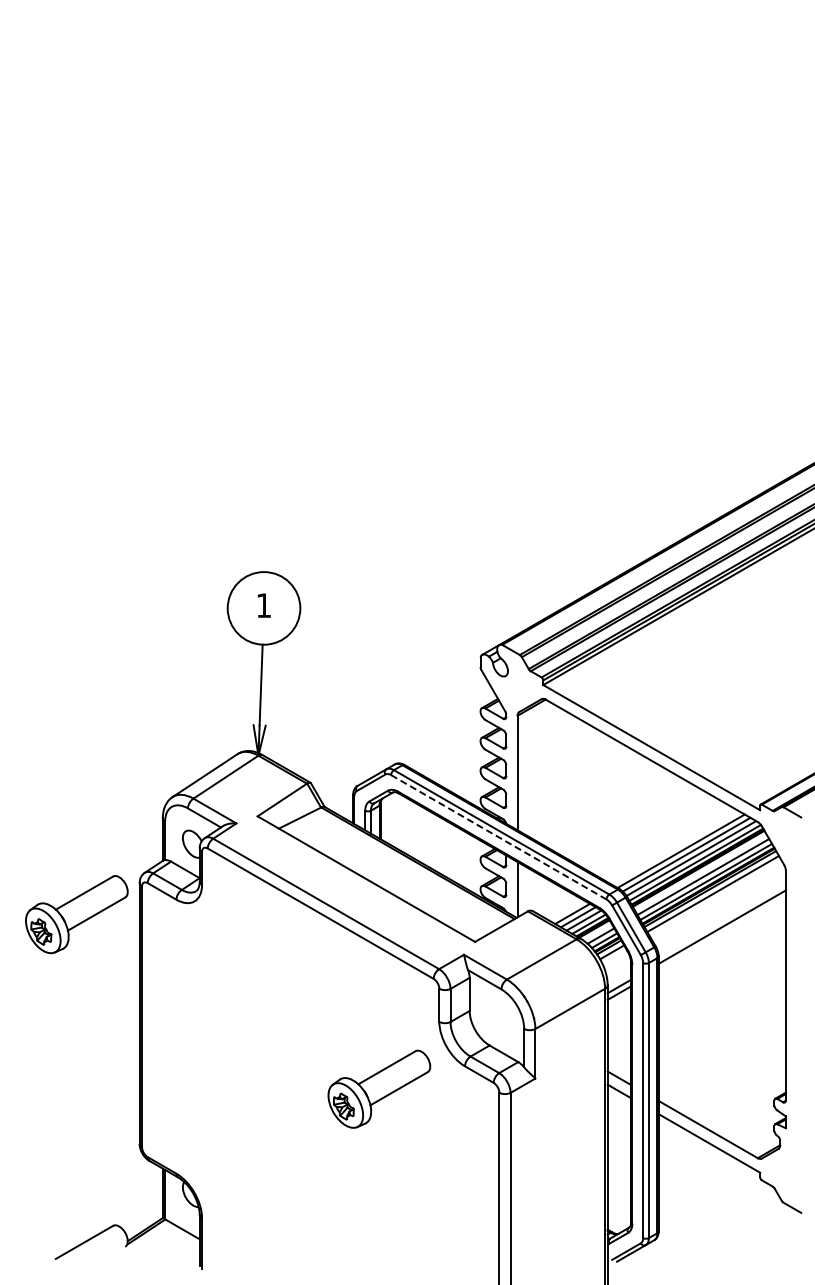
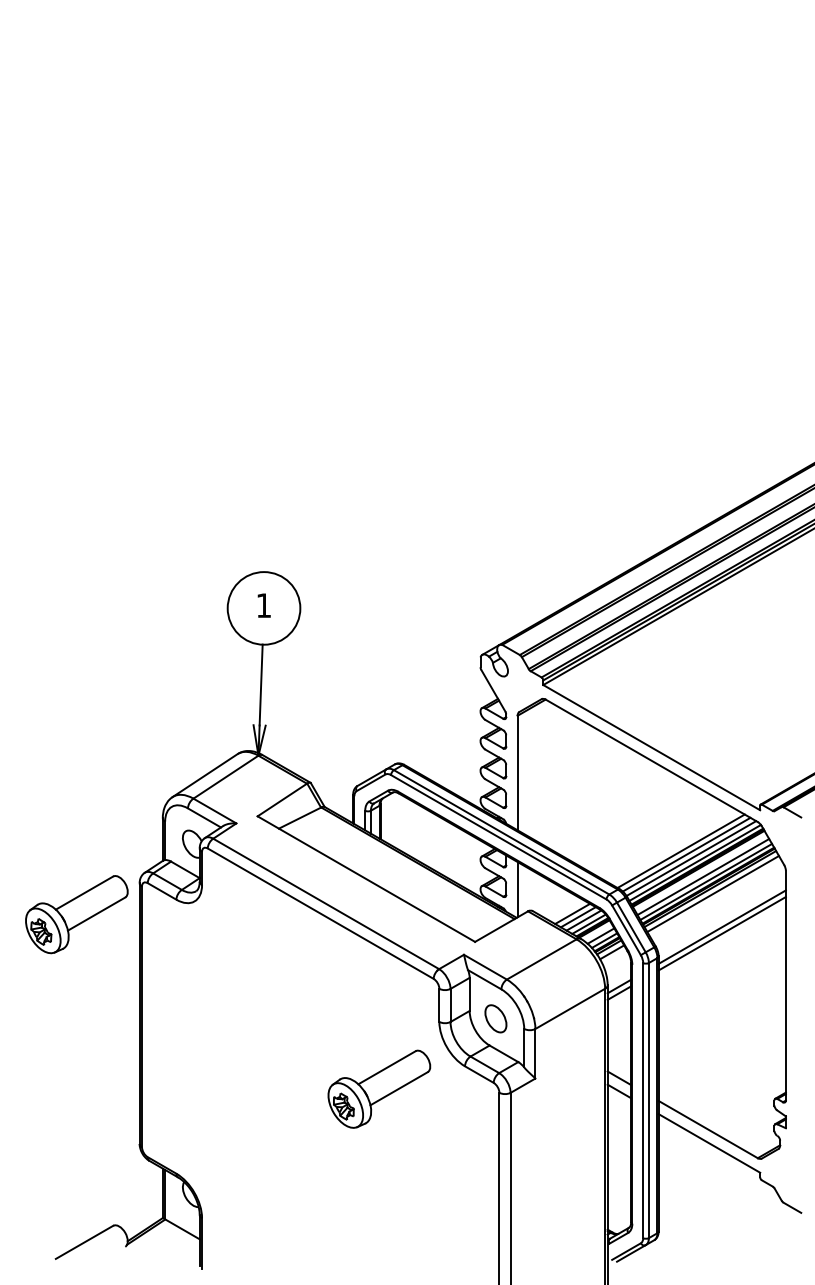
line at (499, 837): dashed -> solid
line at (721, 933): none -> present
part at (495, 1018): none -> present
